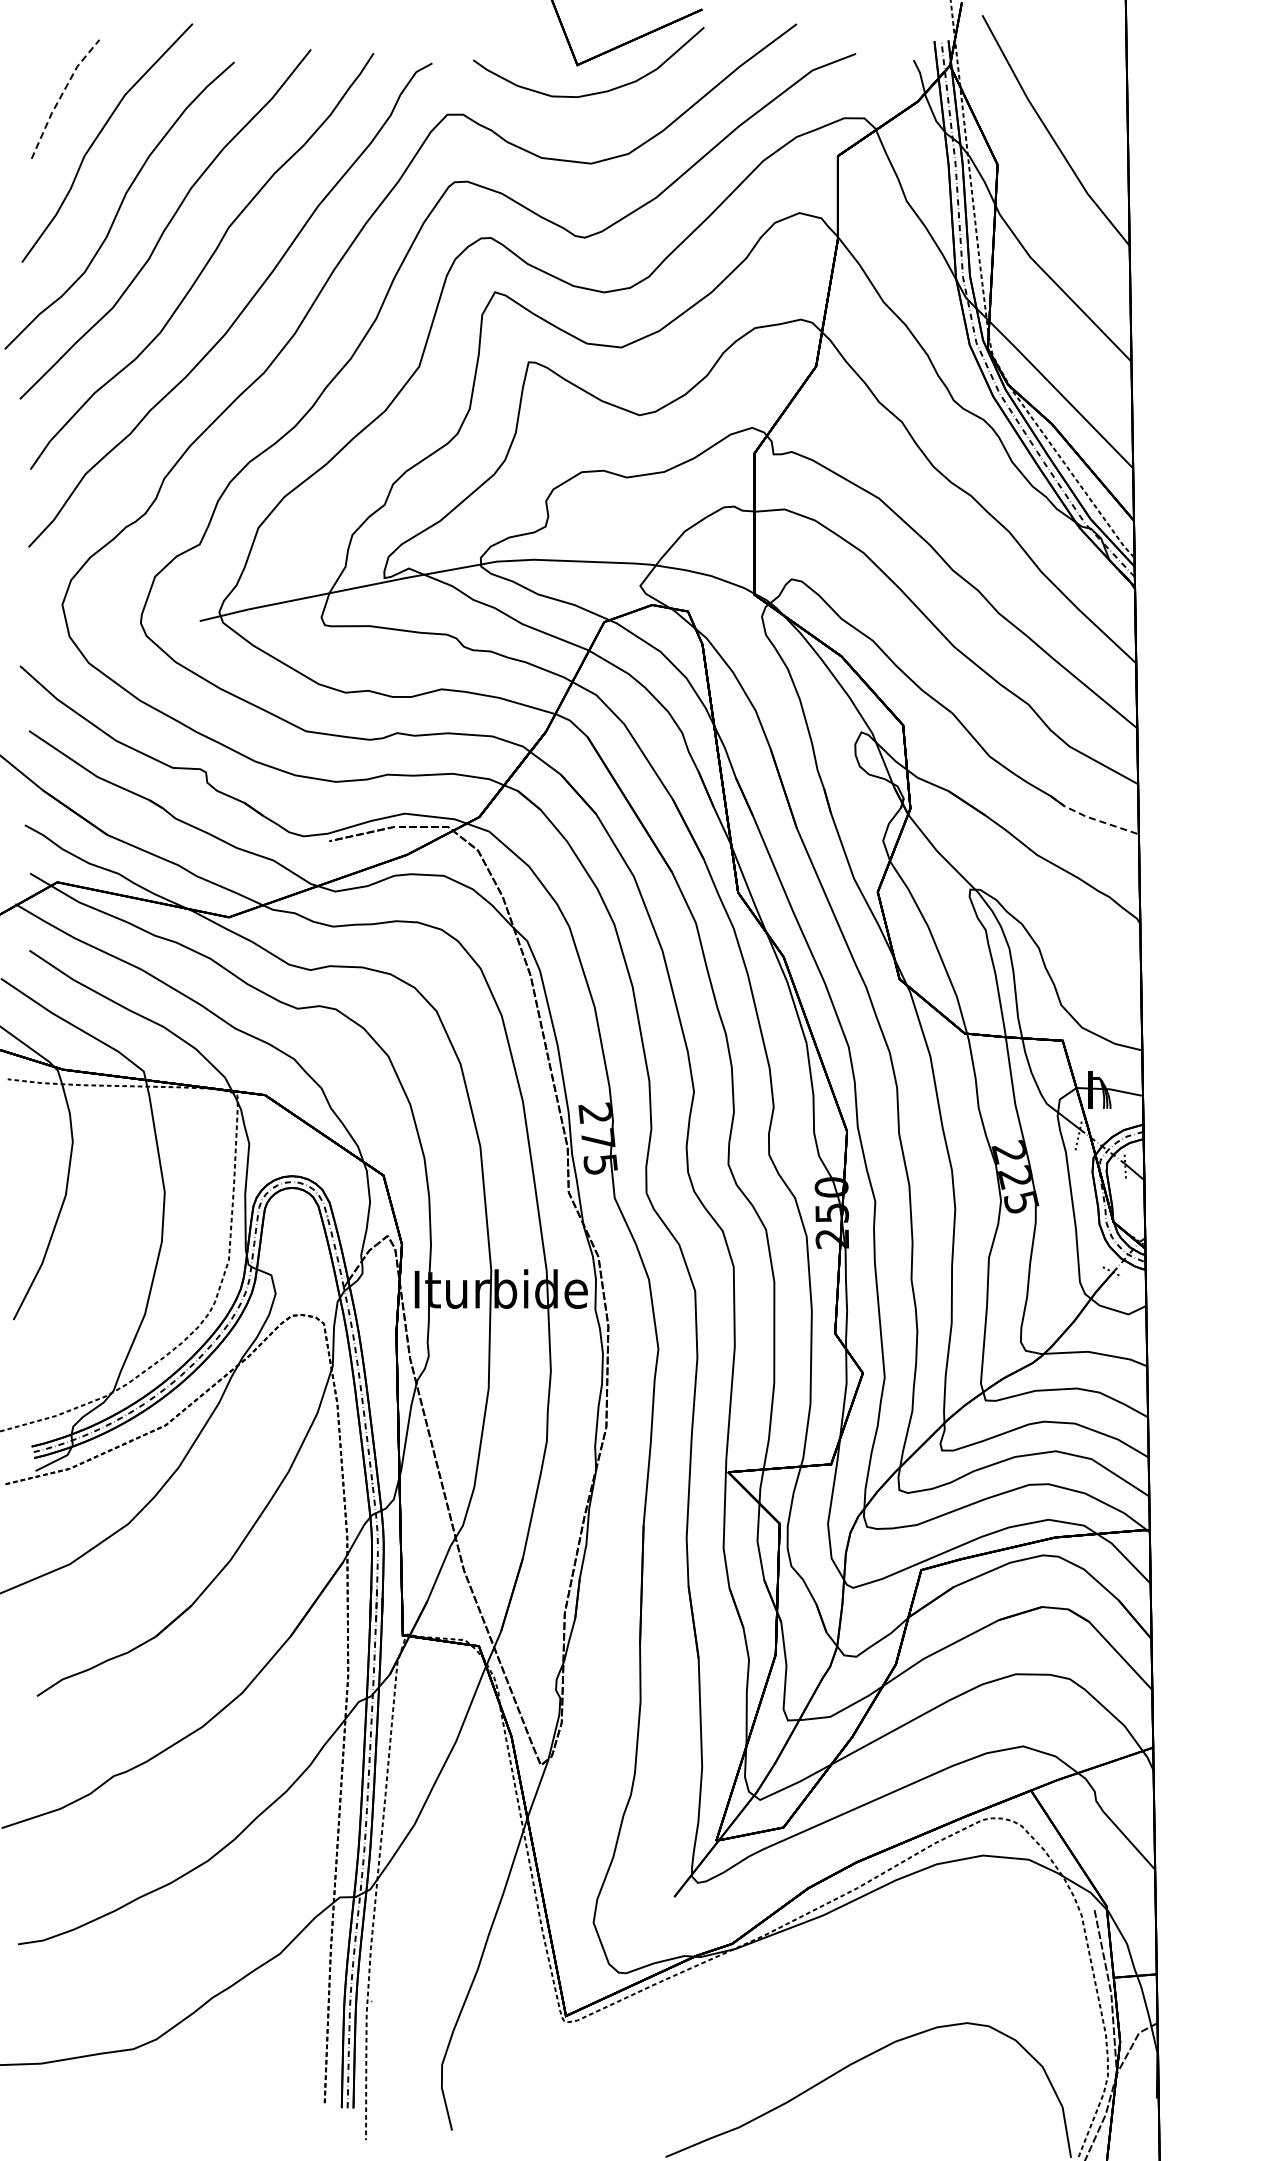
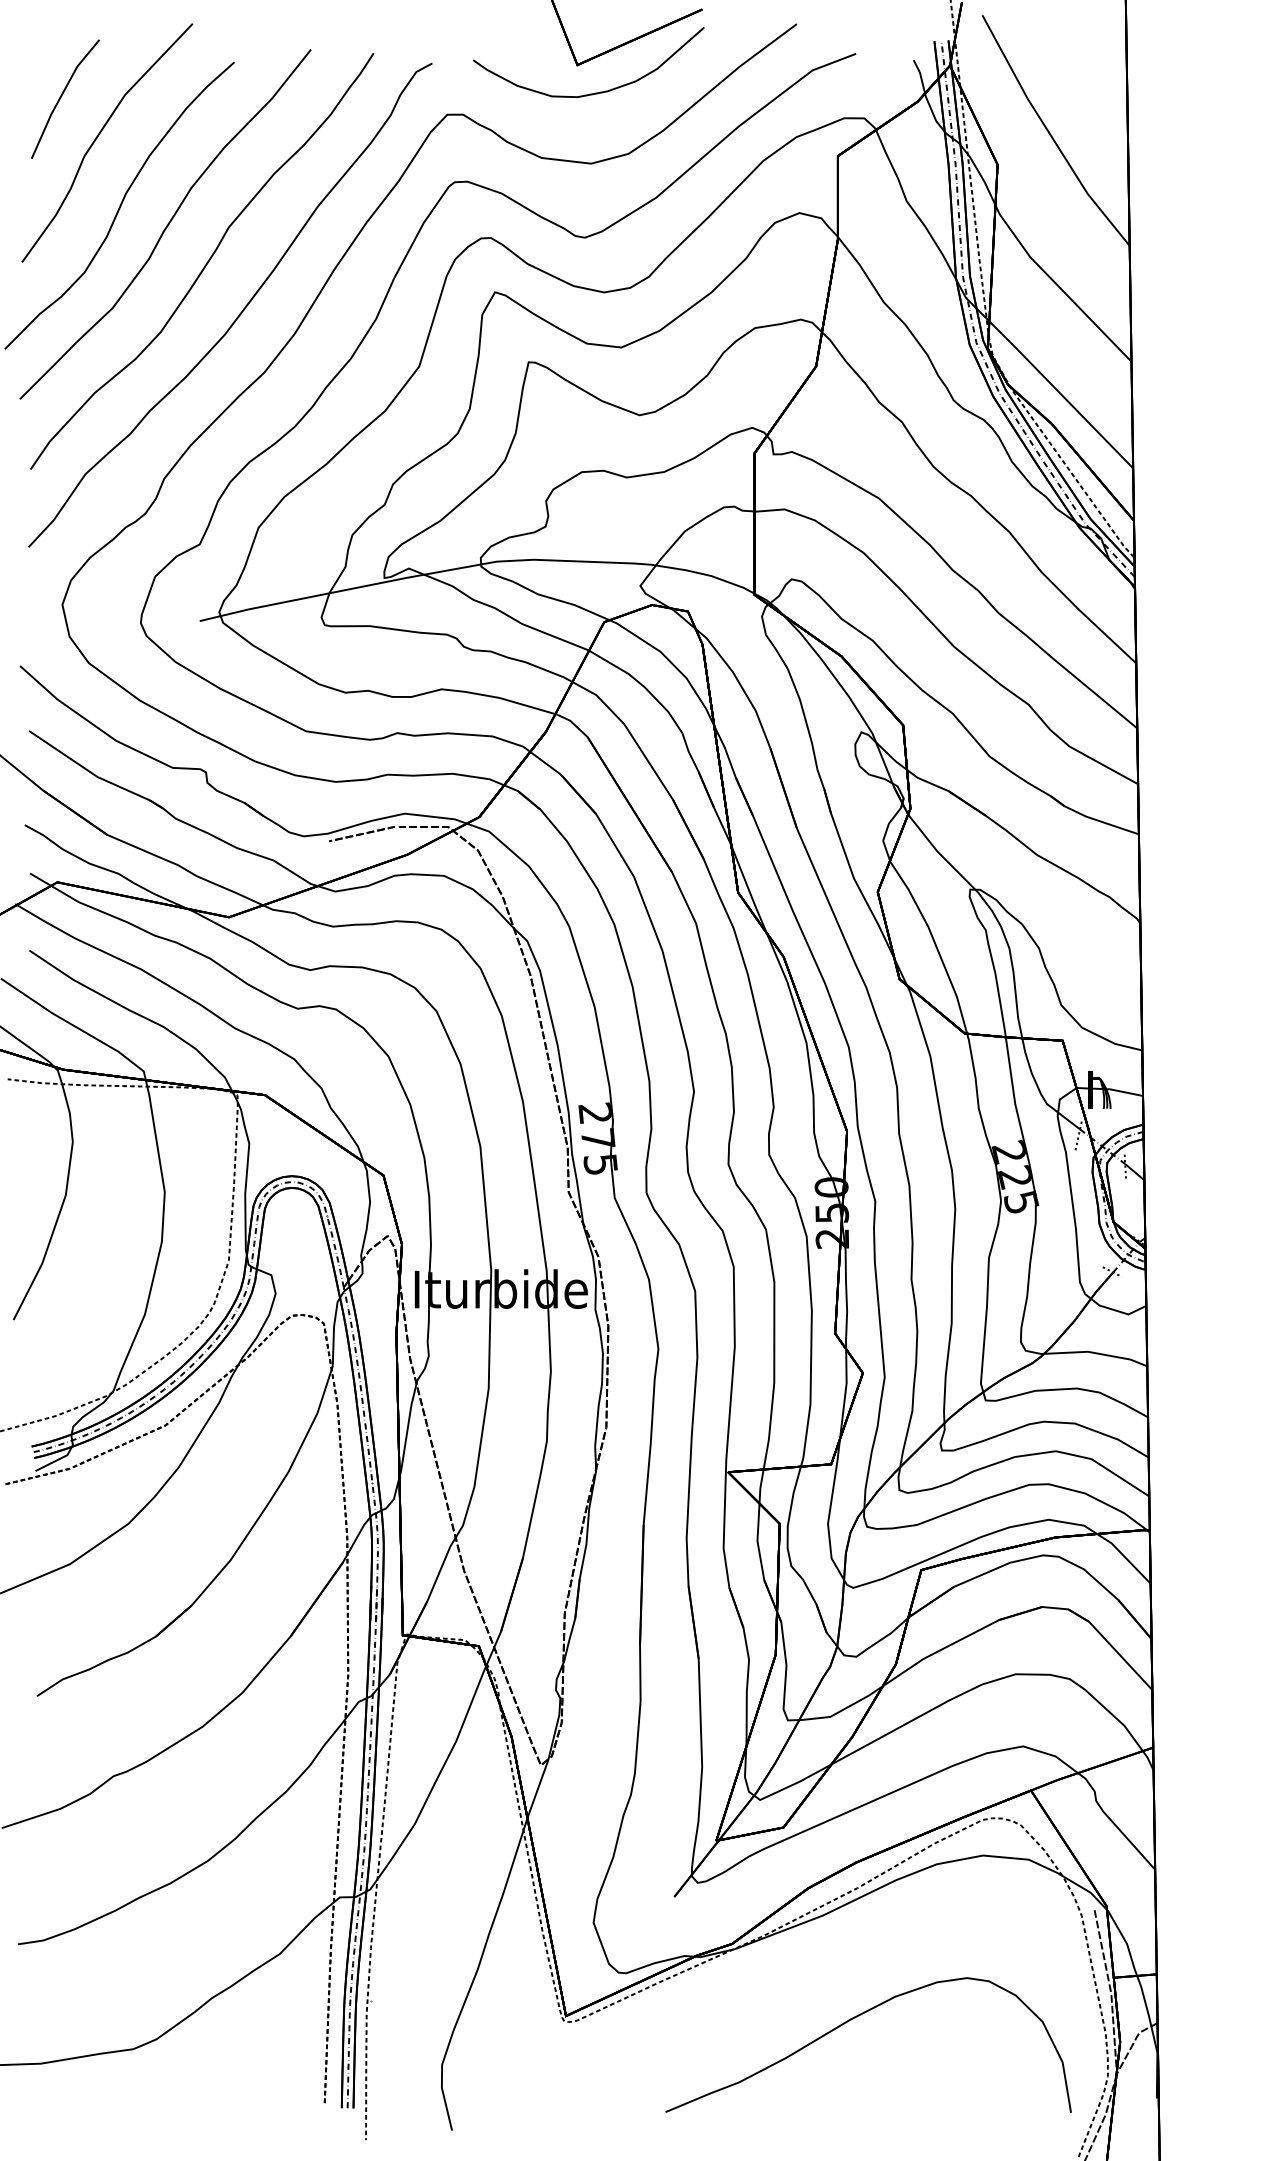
line at (60, 96): dashed -> solid
line at (1091, 818): dashed -> solid
curve at (855, 2063) position: (855, 2063) -> (855, 2018)
